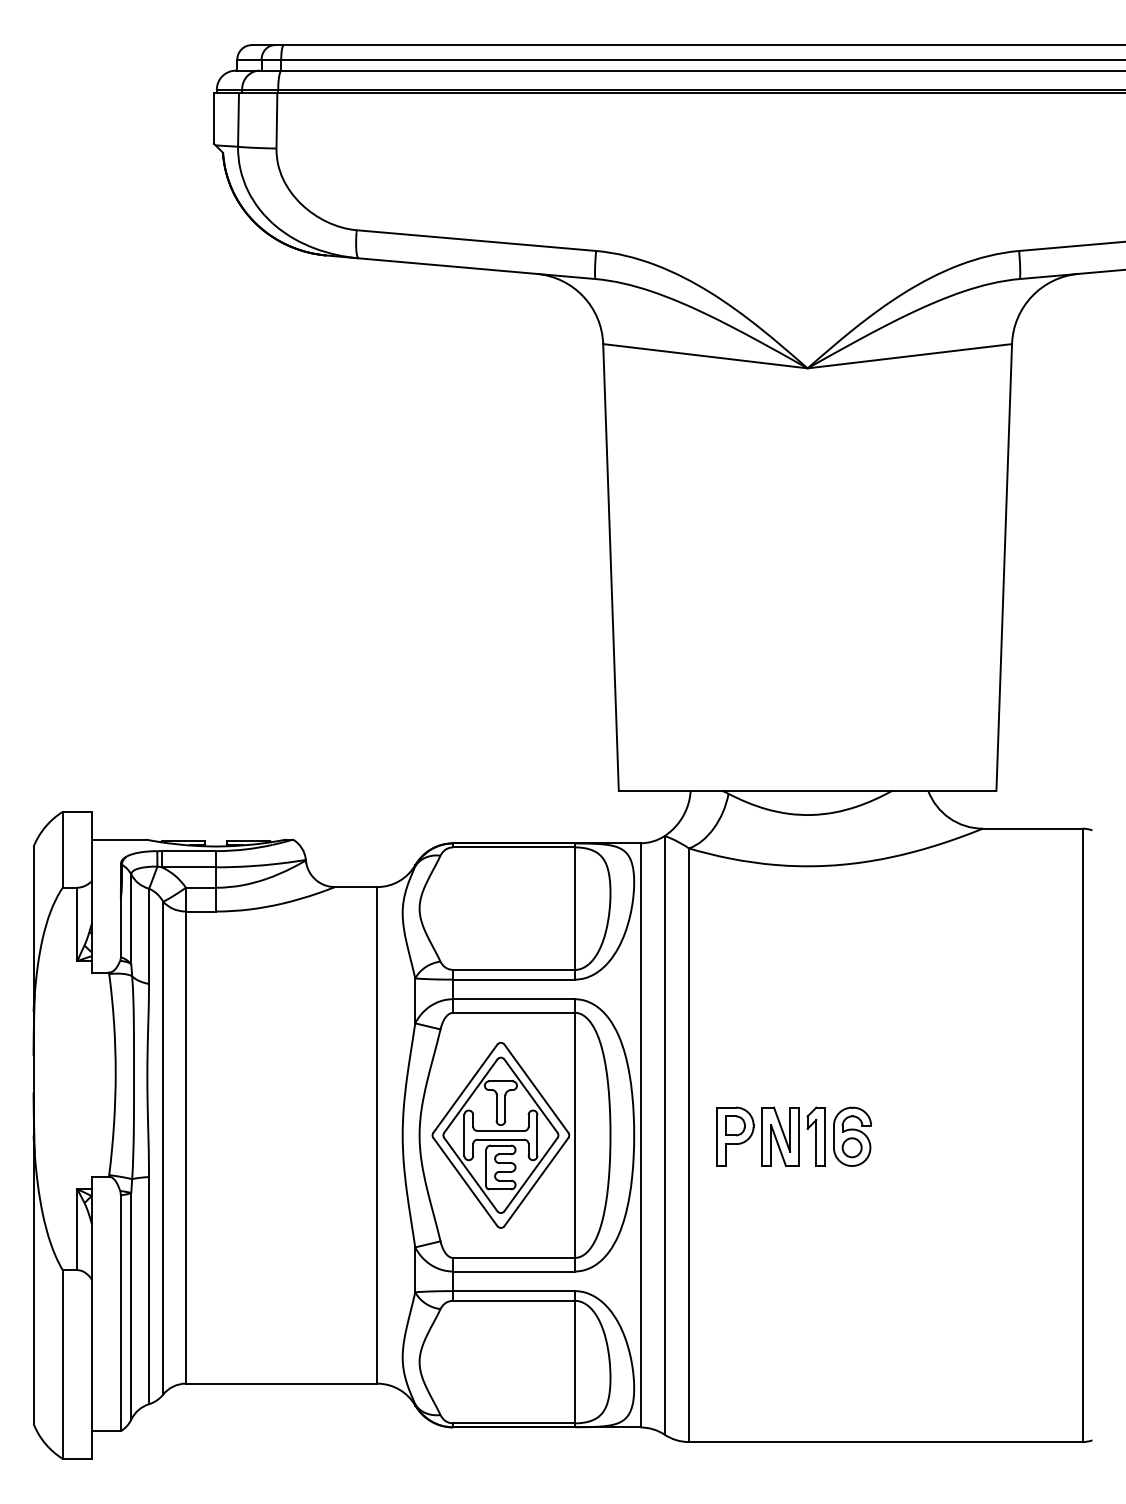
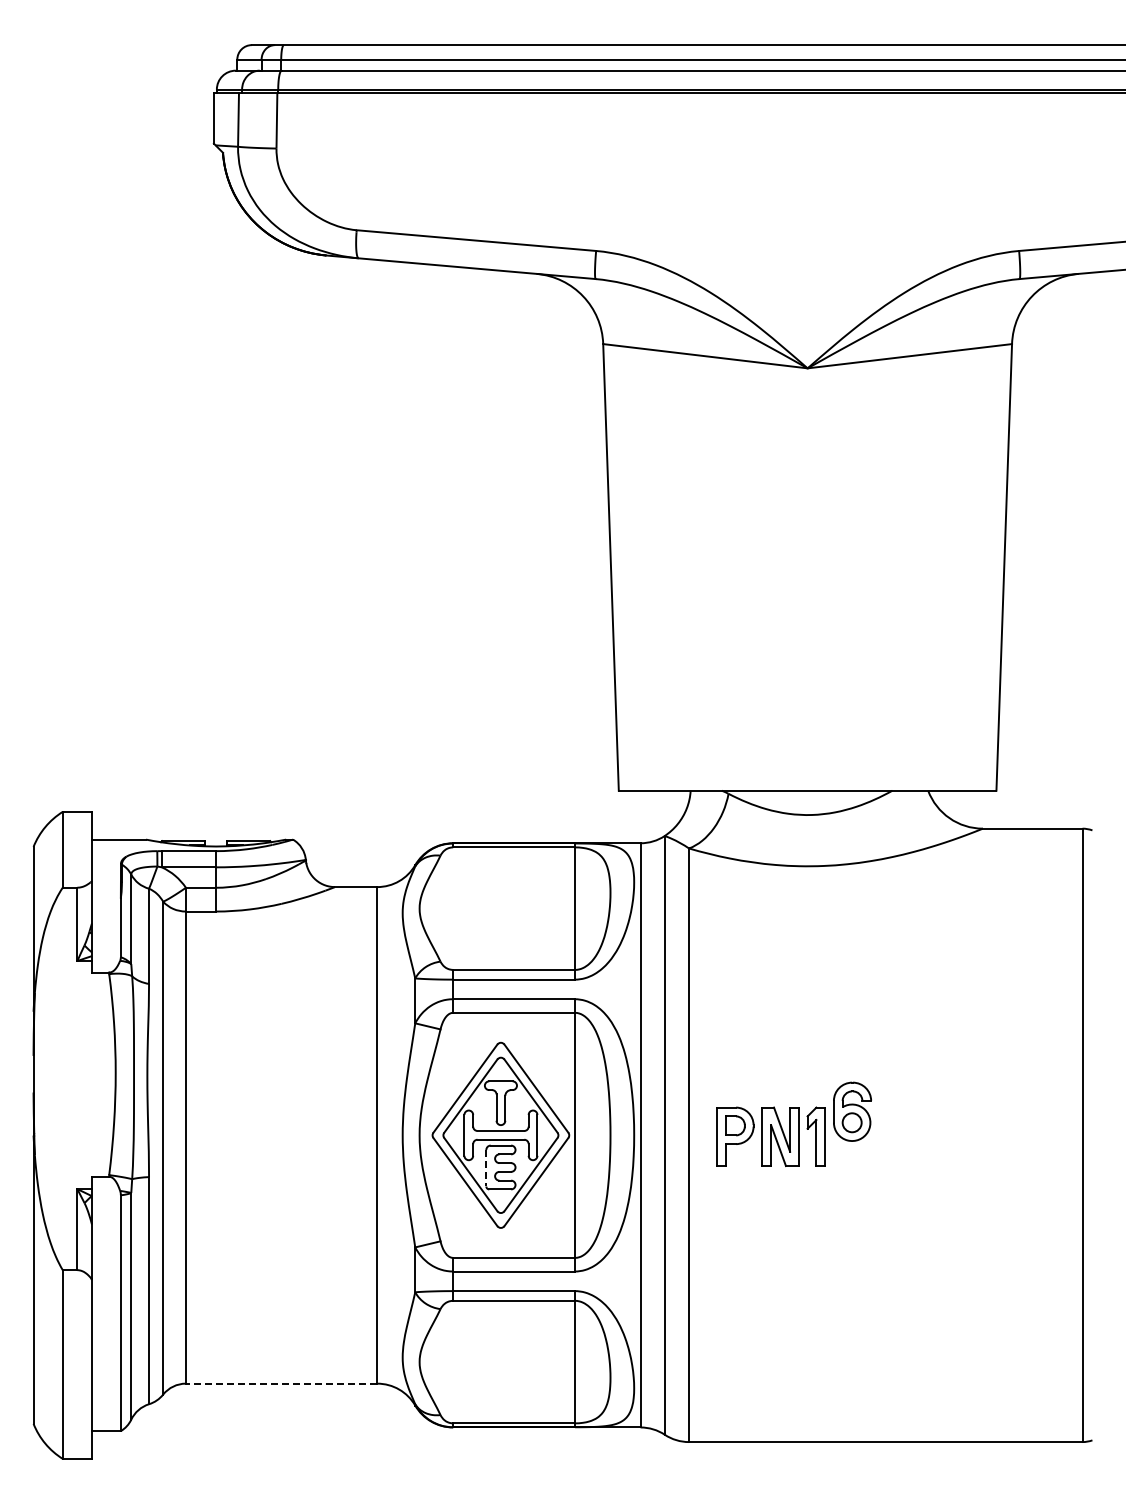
part at (852, 1136) position: (852, 1136) -> (852, 1111)
line at (486, 1168): solid -> dashed
line at (281, 1383): solid -> dashed
